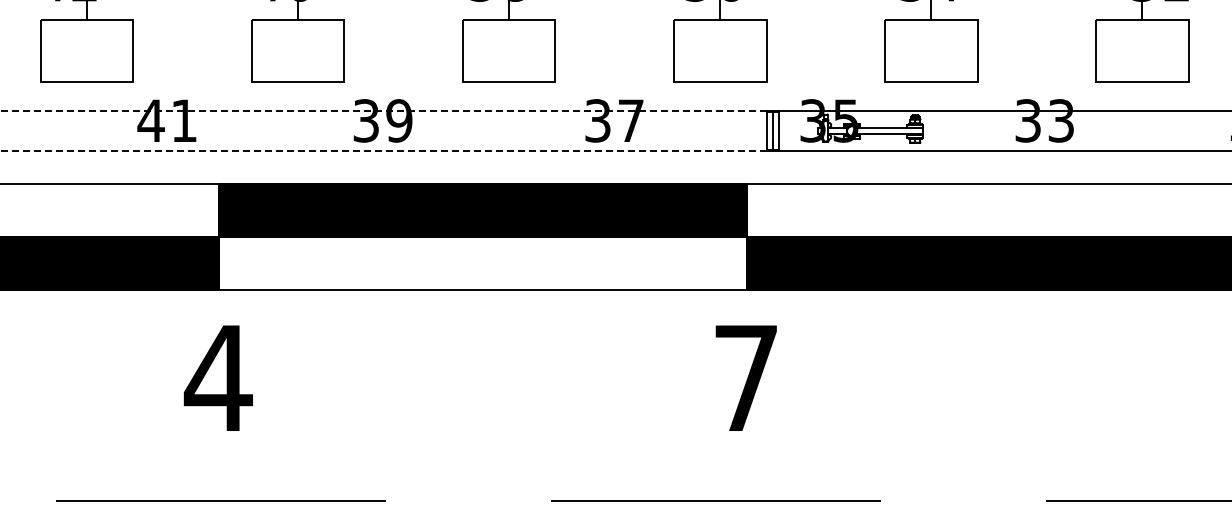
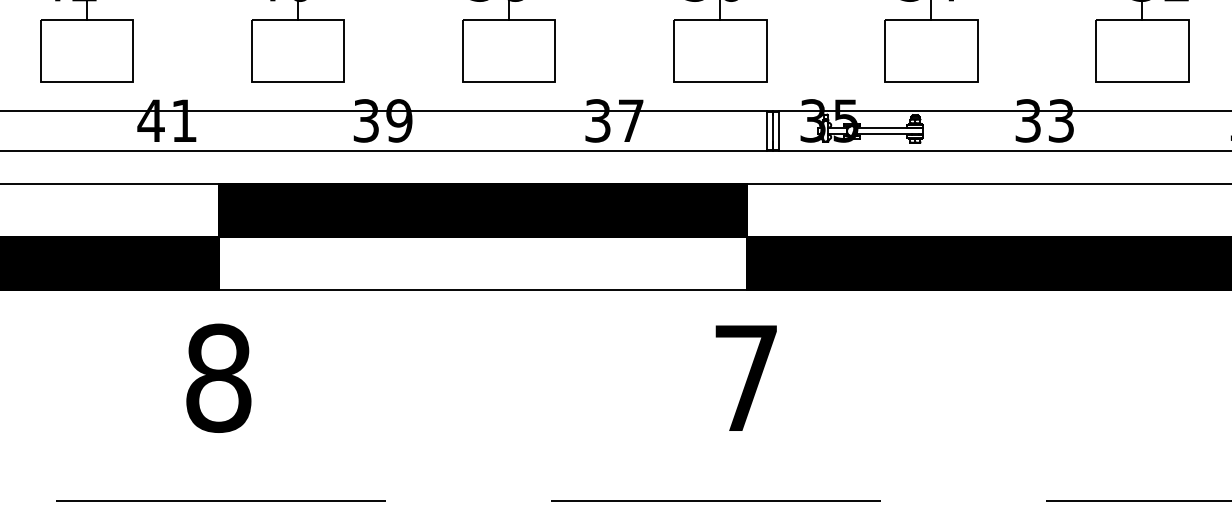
line at (383, 111): dashed -> solid
line at (383, 151): dashed -> solid
text at (217, 377): 4 -> 8
